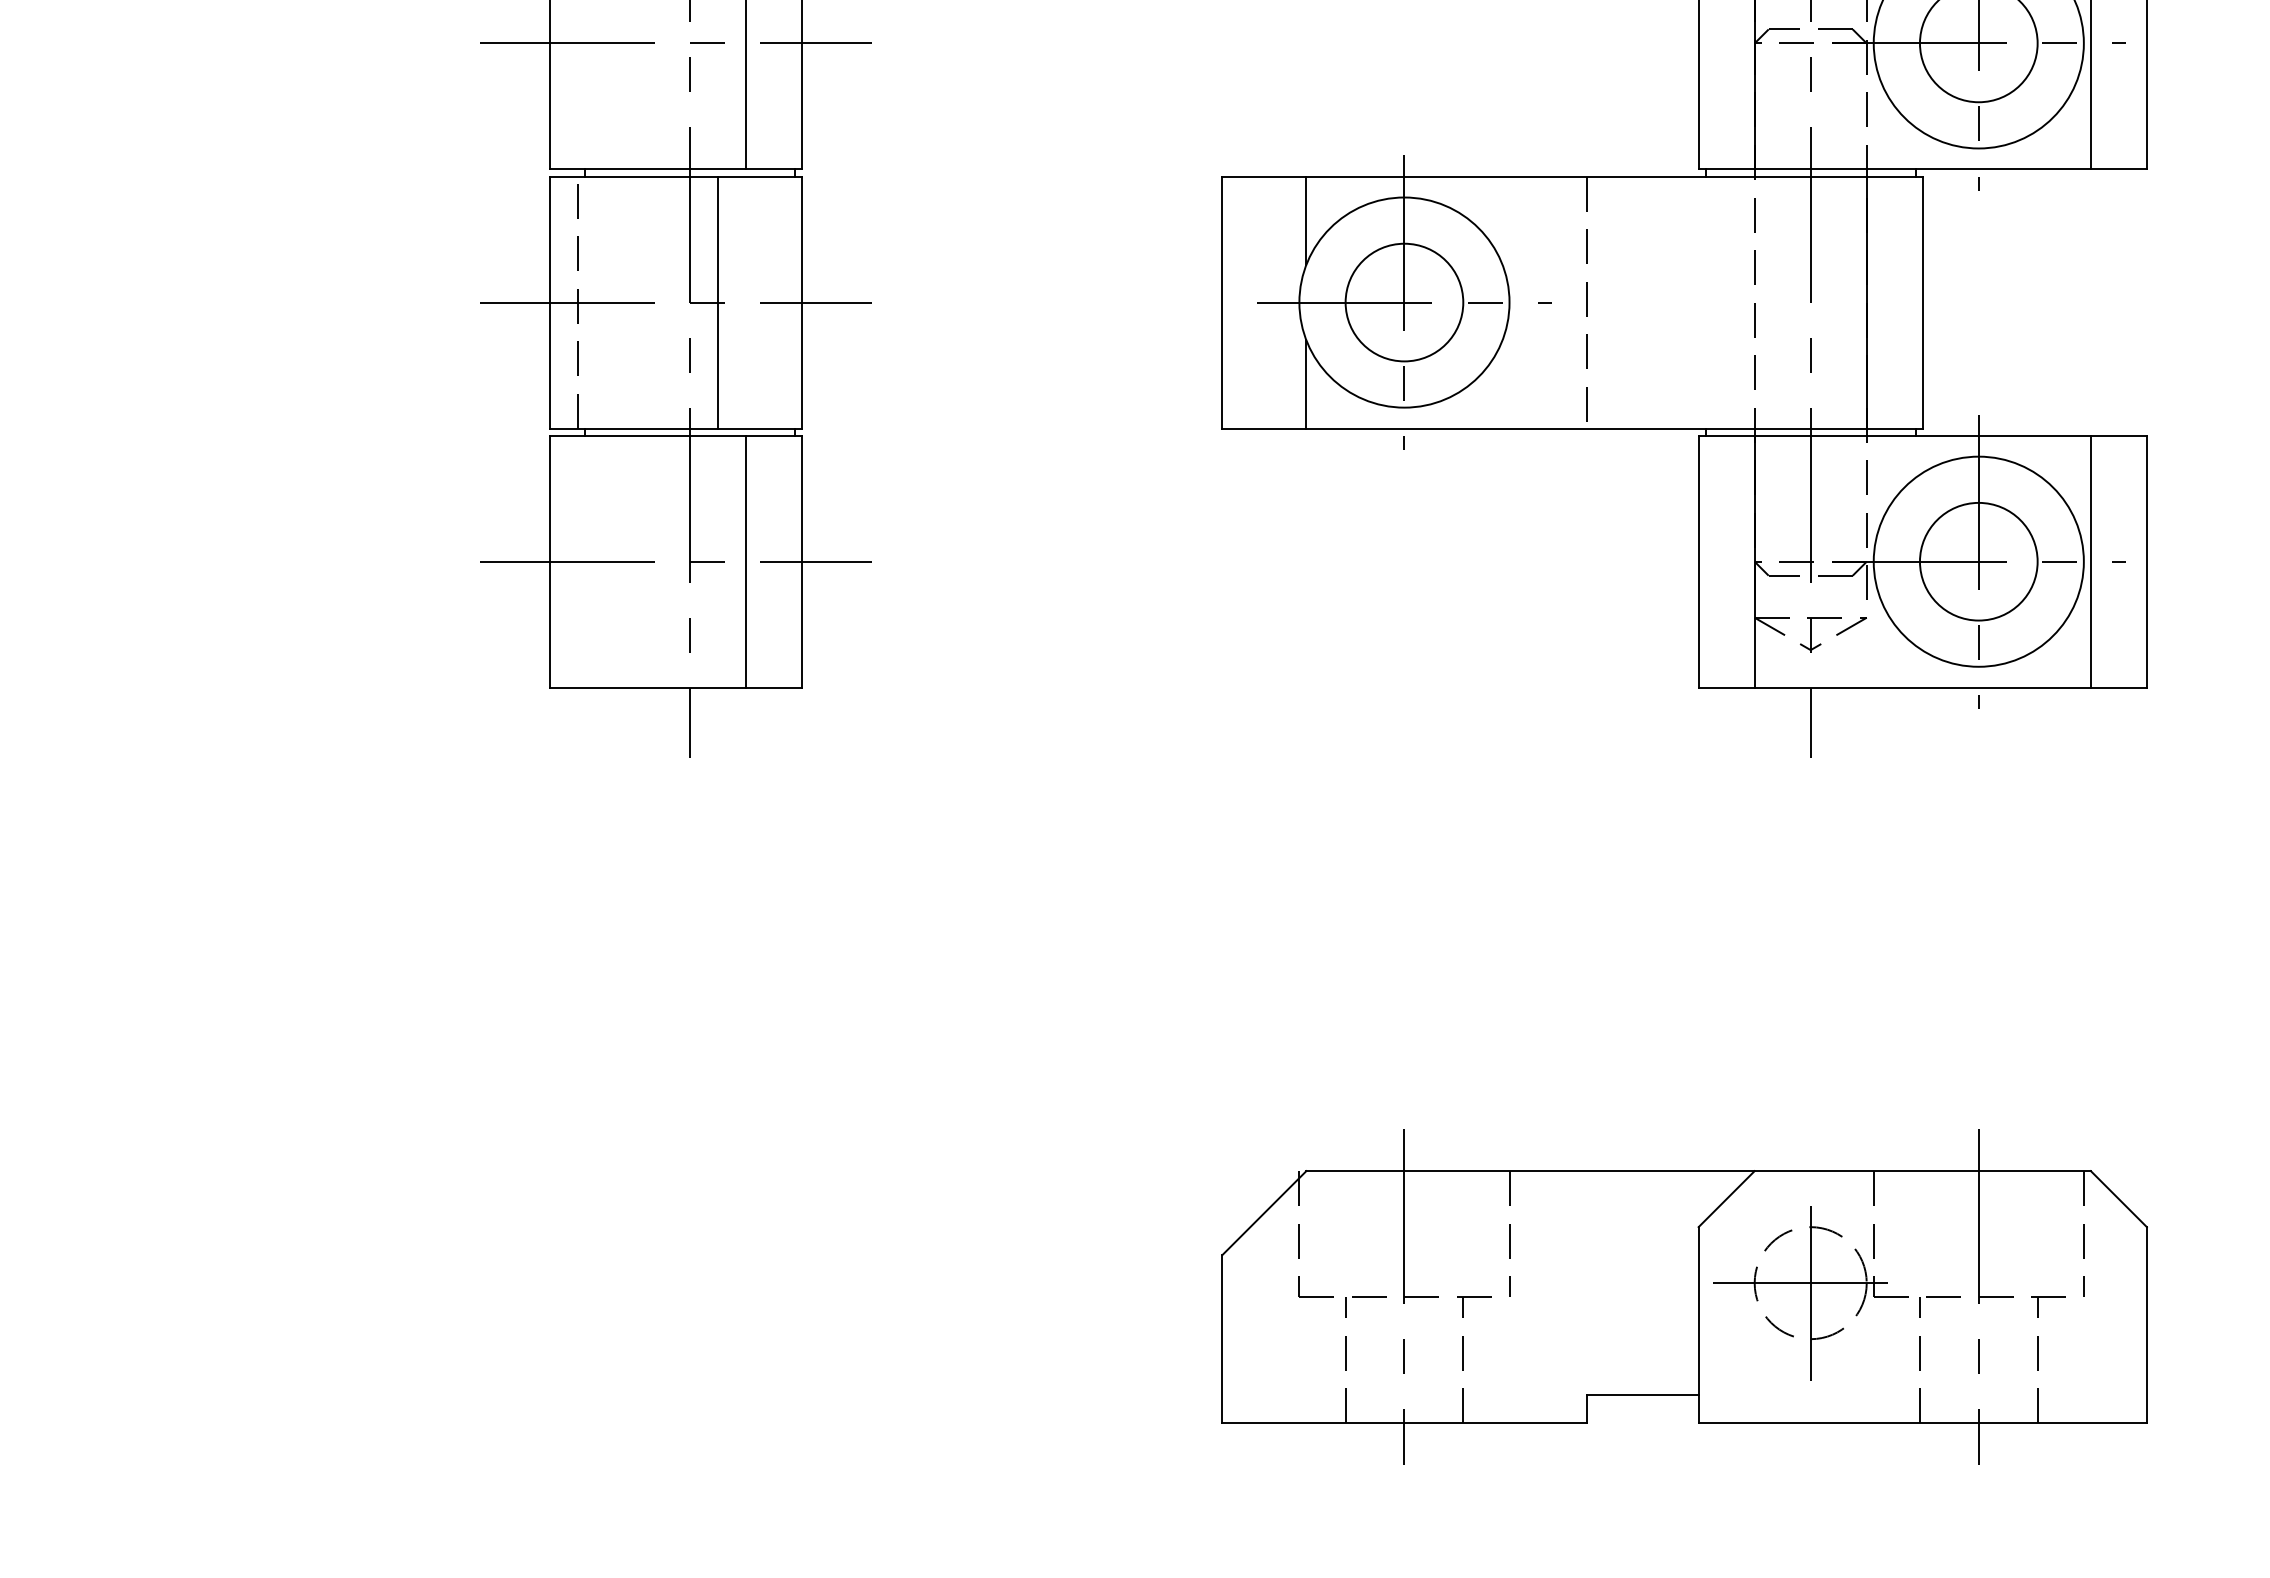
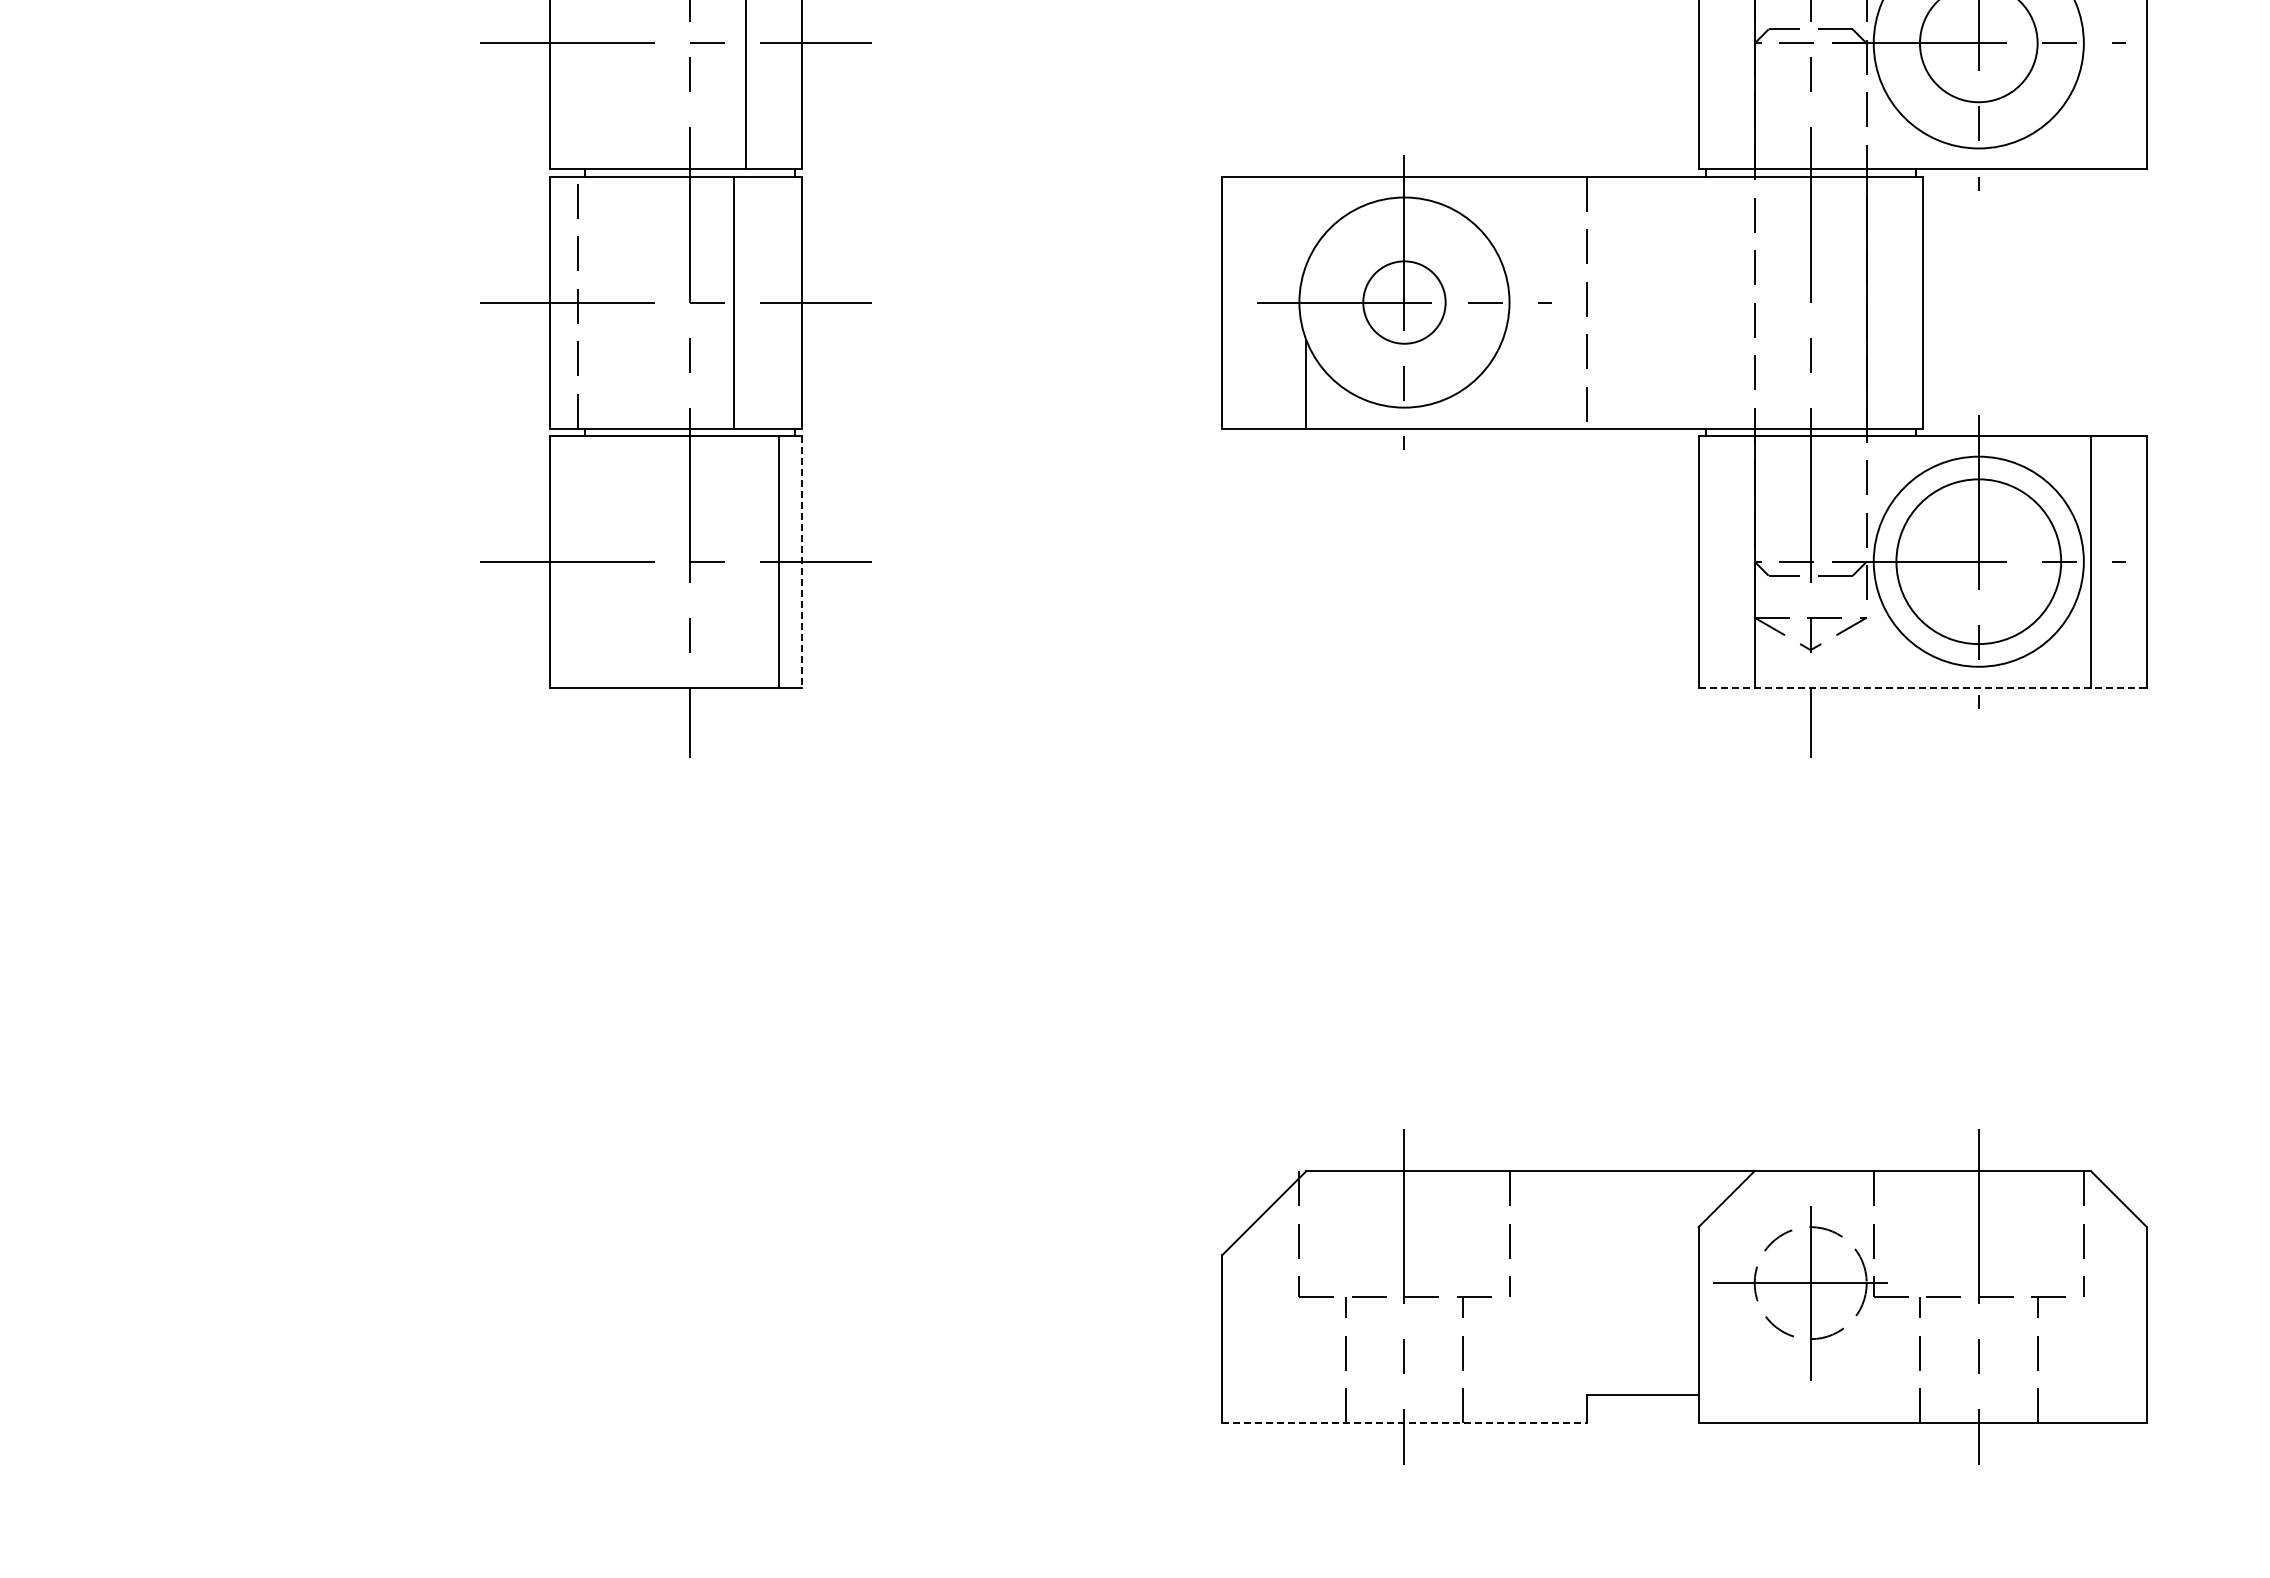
line at (2090, 85): present -> none
line at (1306, 220): present -> none
line at (718, 302) position: (718, 302) -> (734, 302)
circle at (1404, 302) diameter: 118 px -> 82 px
line at (746, 561) position: (746, 561) -> (779, 561)
circle at (1978, 561) diameter: 118 px -> 165 px
line at (802, 562): solid -> dashed
line at (1923, 687): solid -> dashed
line at (1404, 1423): solid -> dashed
